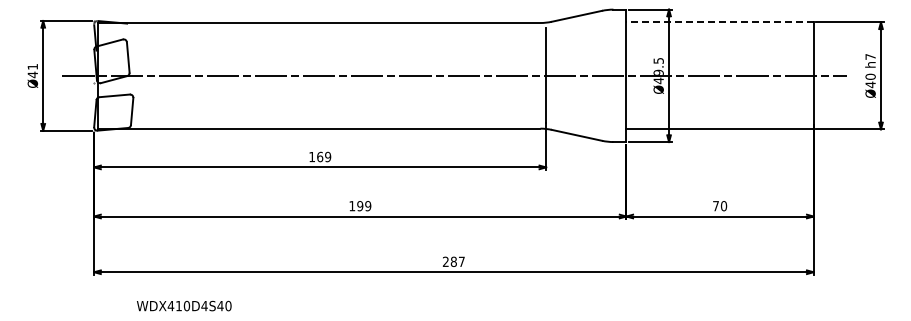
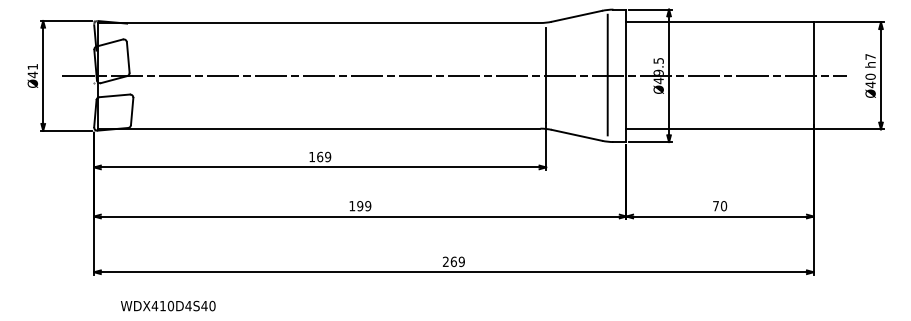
line at (720, 22): dashed -> solid
line at (607, 74): none -> present
text at (457, 261): 287 -> 269
text at (184, 305) position: (184, 305) -> (168, 305)
